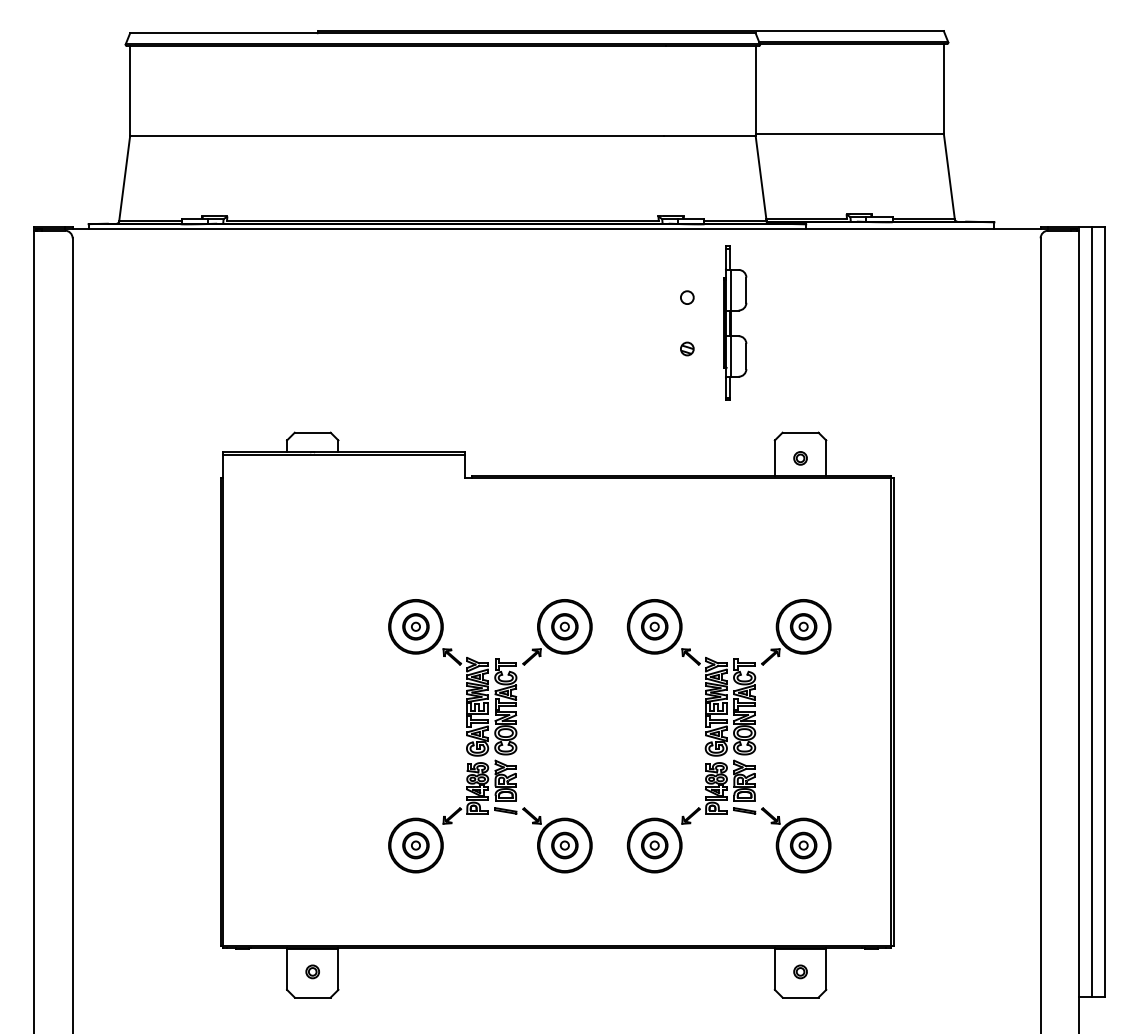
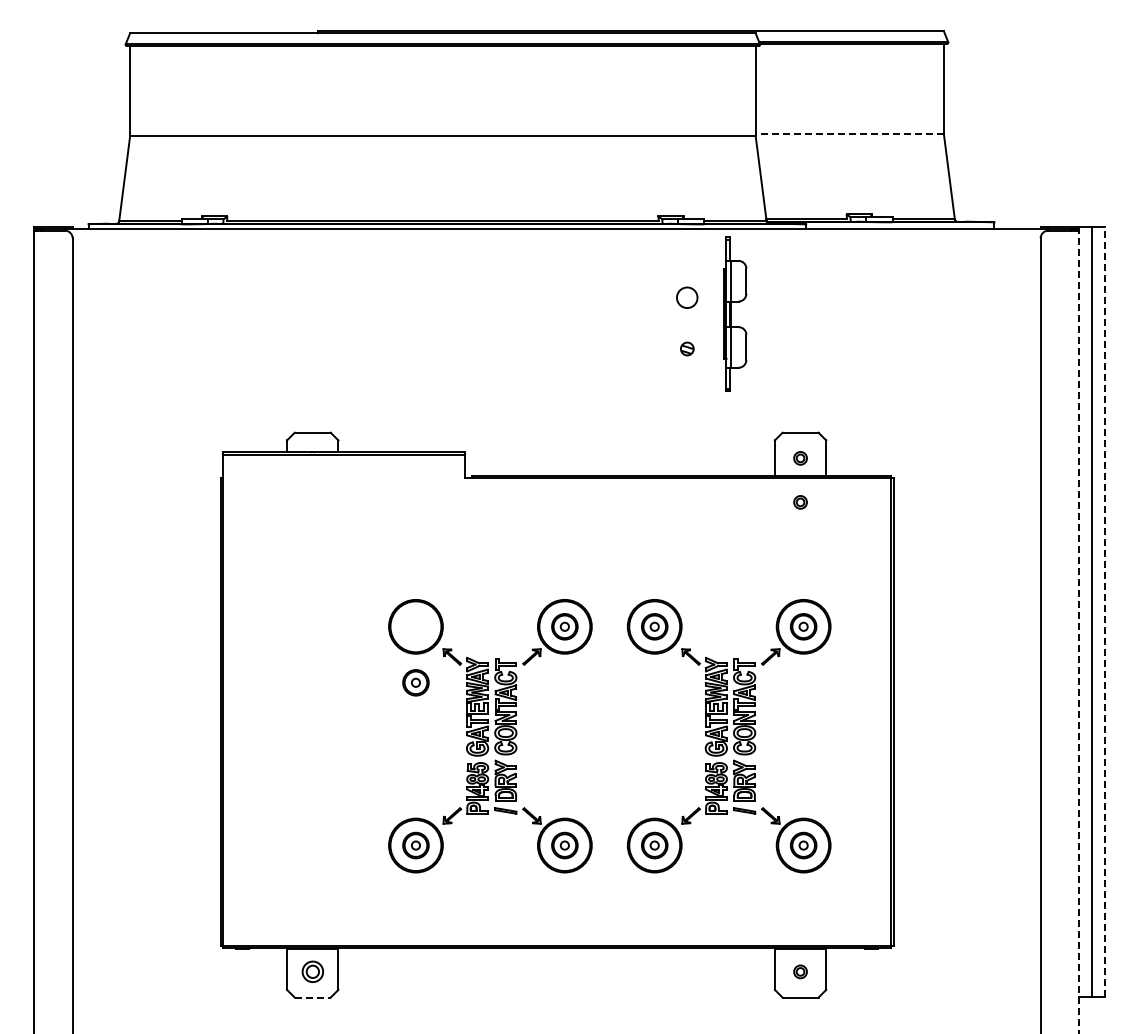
line at (849, 133): solid -> dashed
circle at (687, 297) size: 15x15 px -> 23x23 px
part at (735, 322) position: (735, 322) -> (735, 313)
part at (800, 502): none -> present
line at (1104, 611): solid -> dashed
part at (415, 626) position: (415, 626) -> (415, 682)
line at (1079, 631): solid -> dashed
part at (312, 971) size: 15x16 px -> 23x23 px
line at (312, 997): solid -> dashed
